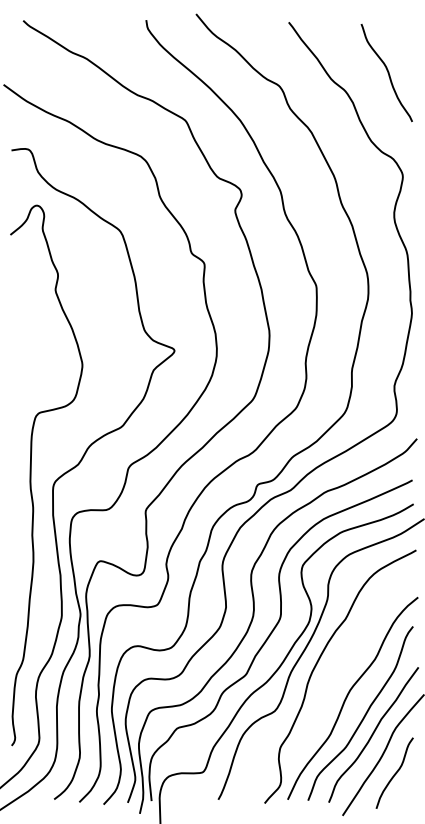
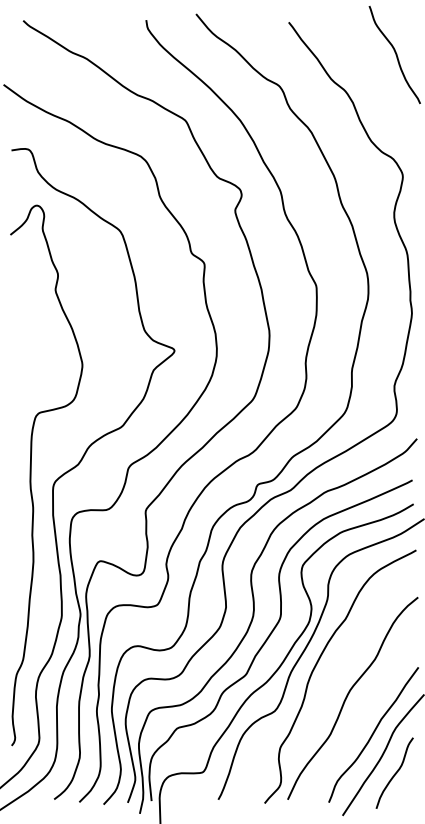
curve at (387, 73) position: (387, 73) -> (395, 55)
curve at (364, 714): present -> none
